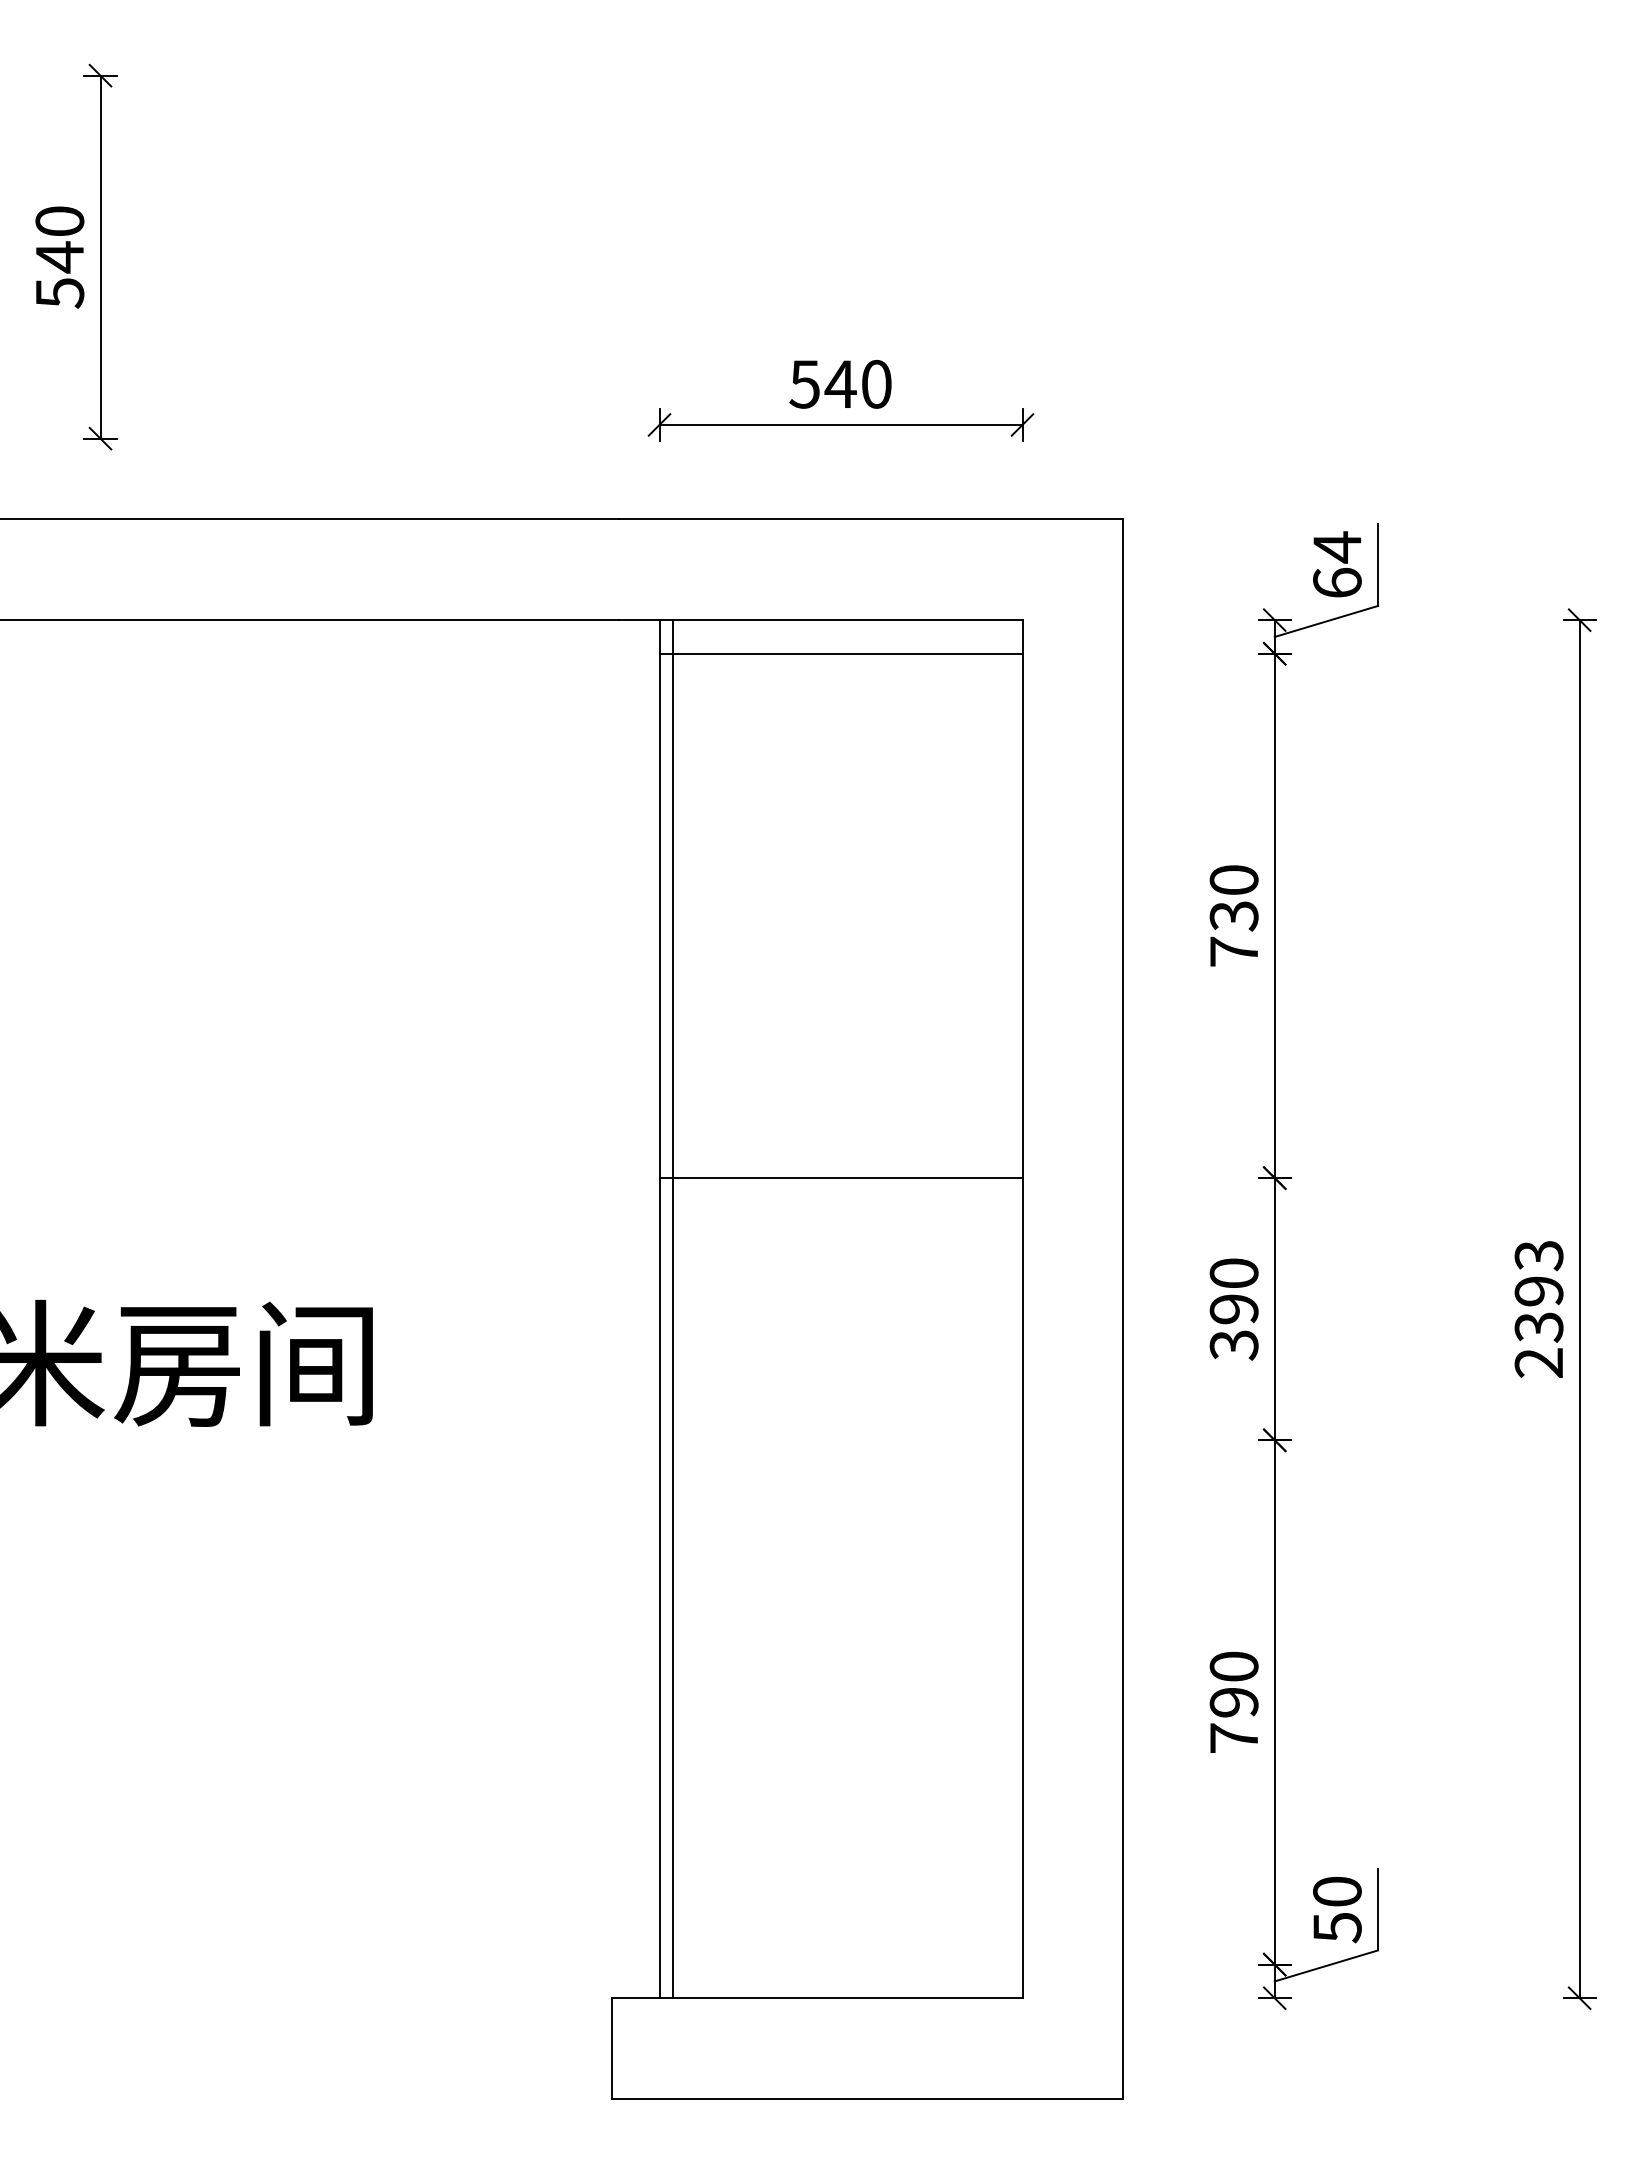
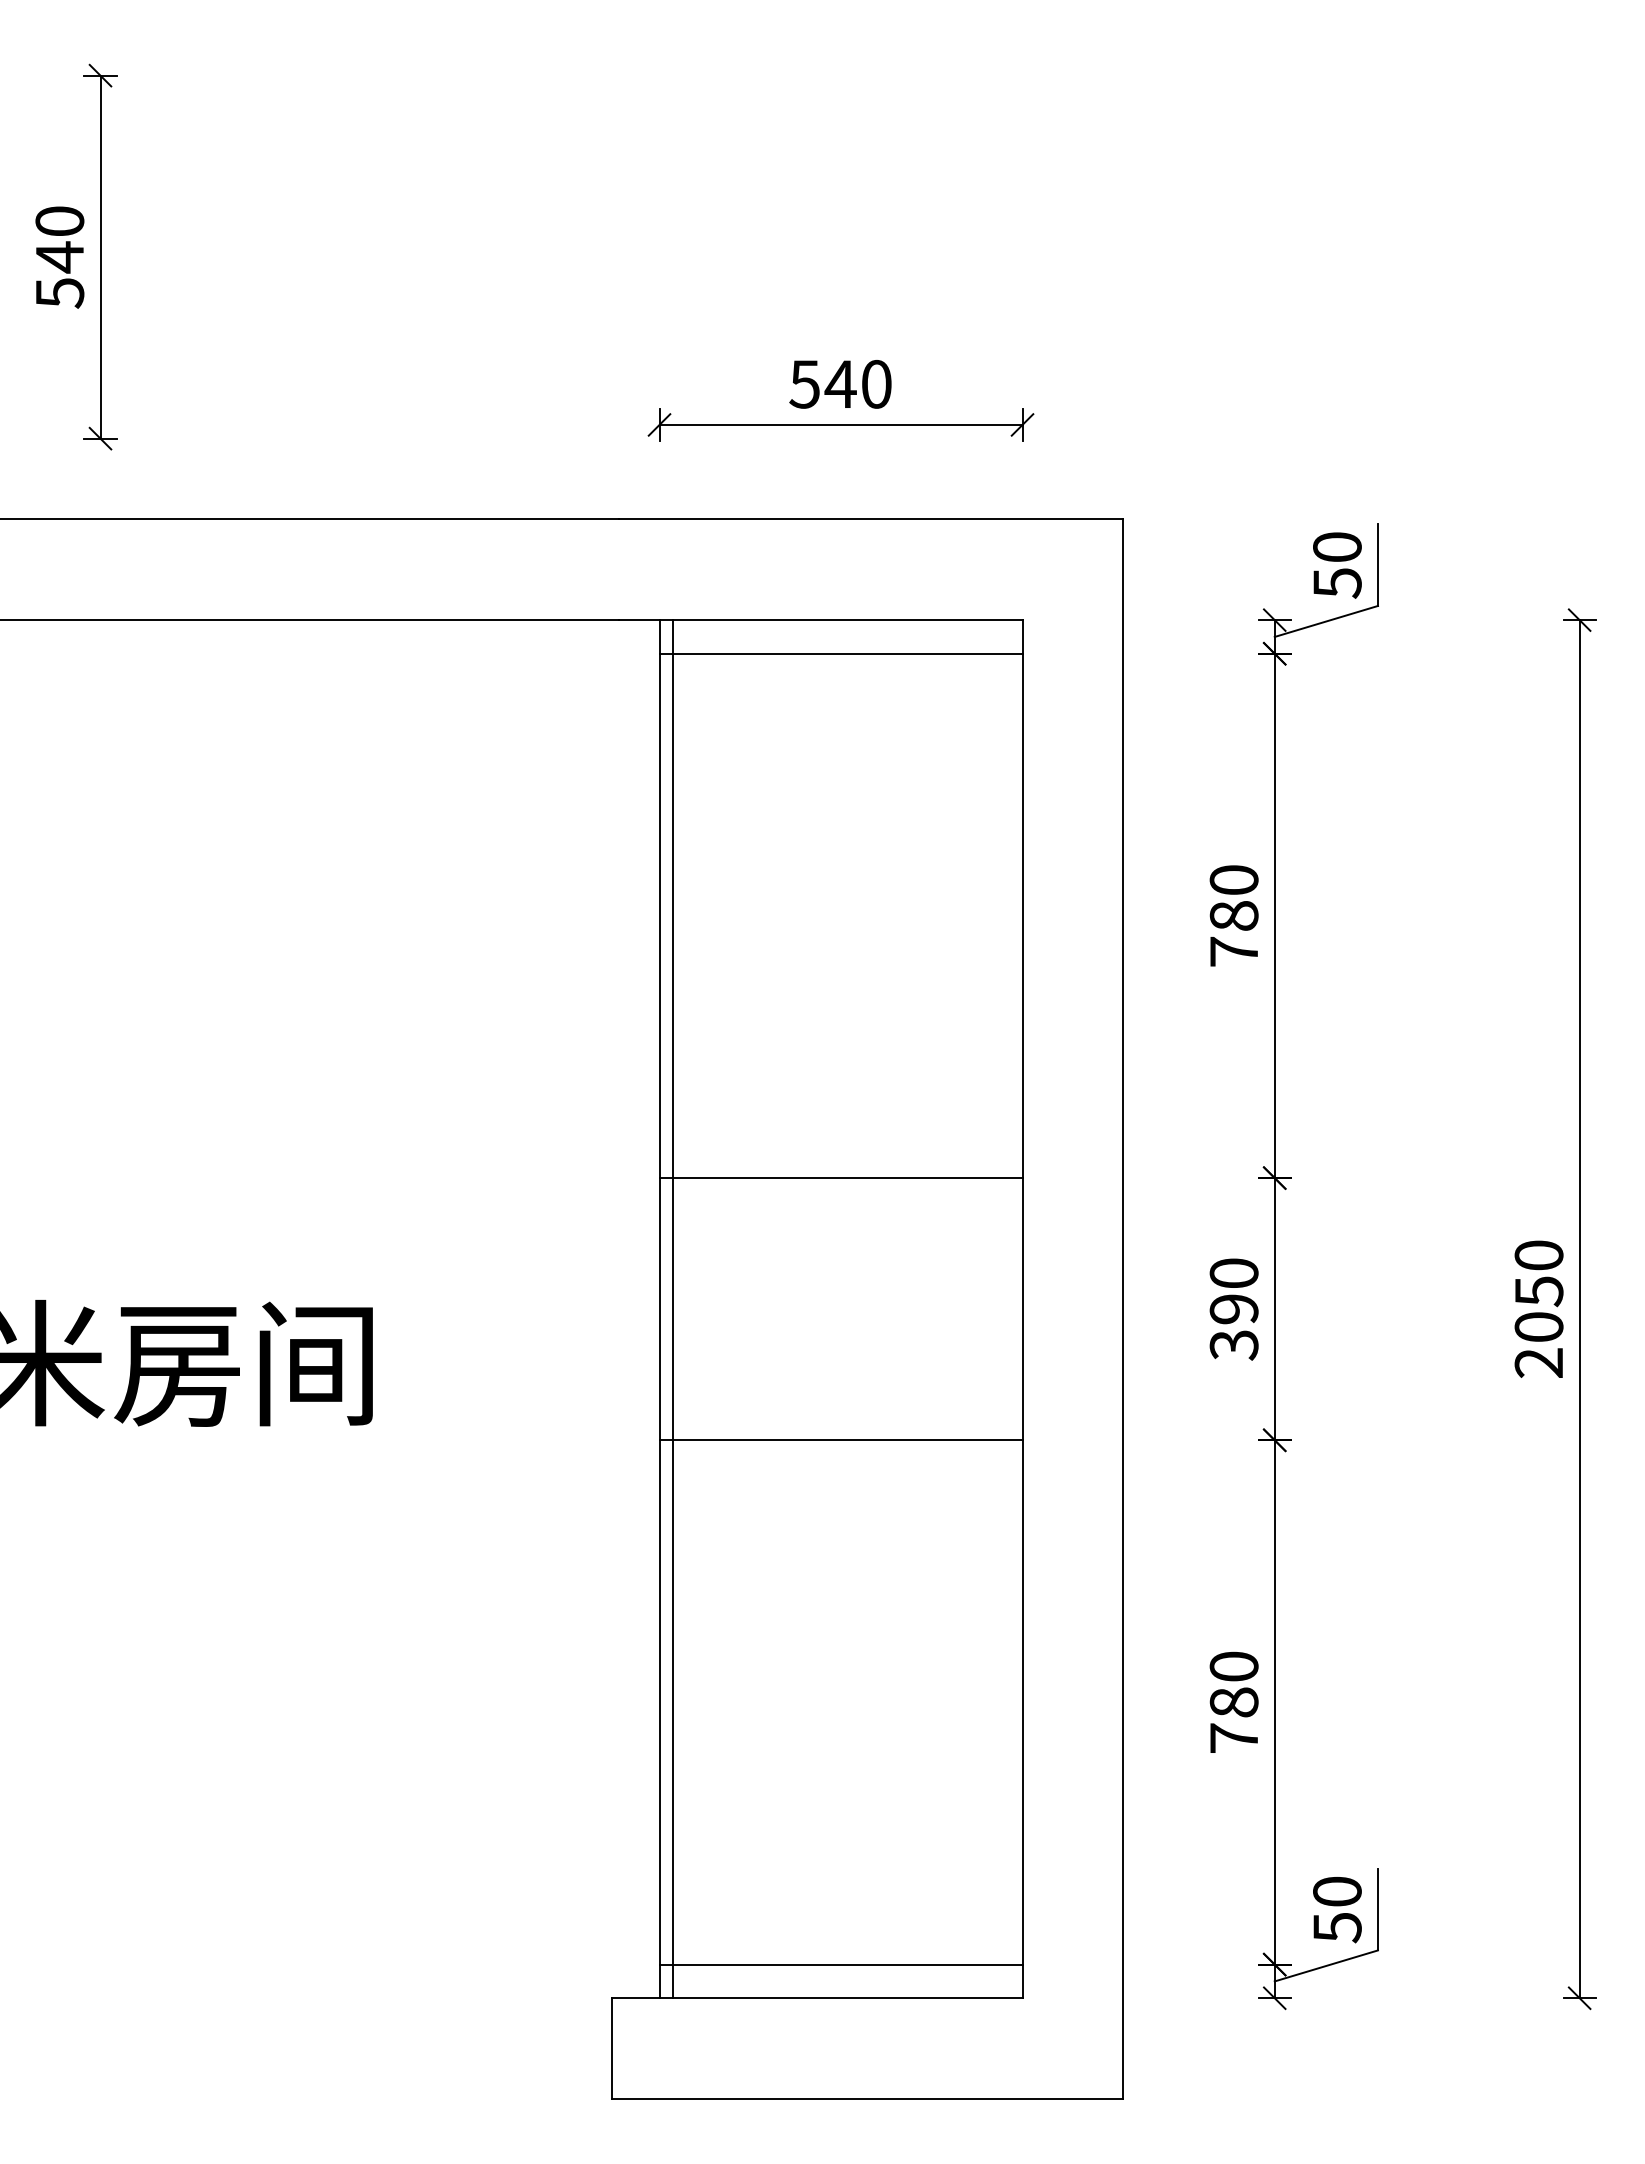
text at (1337, 564): 64 -> 50
text at (1233, 916): 730 -> 780
text at (1538, 1291): 2393 -> 2050
line at (840, 1440): none -> present
text at (1233, 1702): 790 -> 780
line at (840, 1964): none -> present
